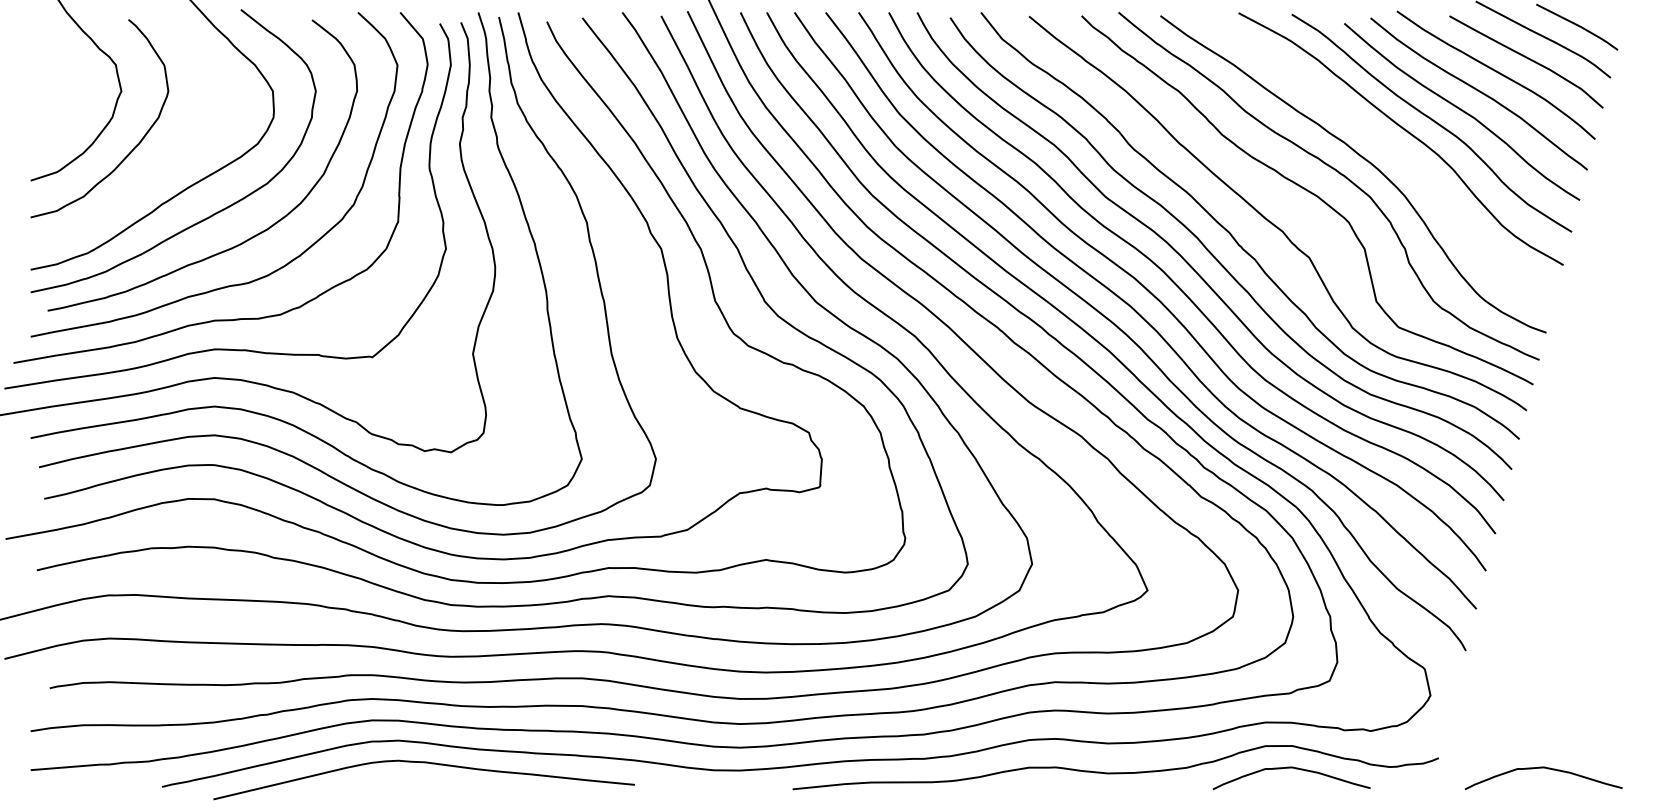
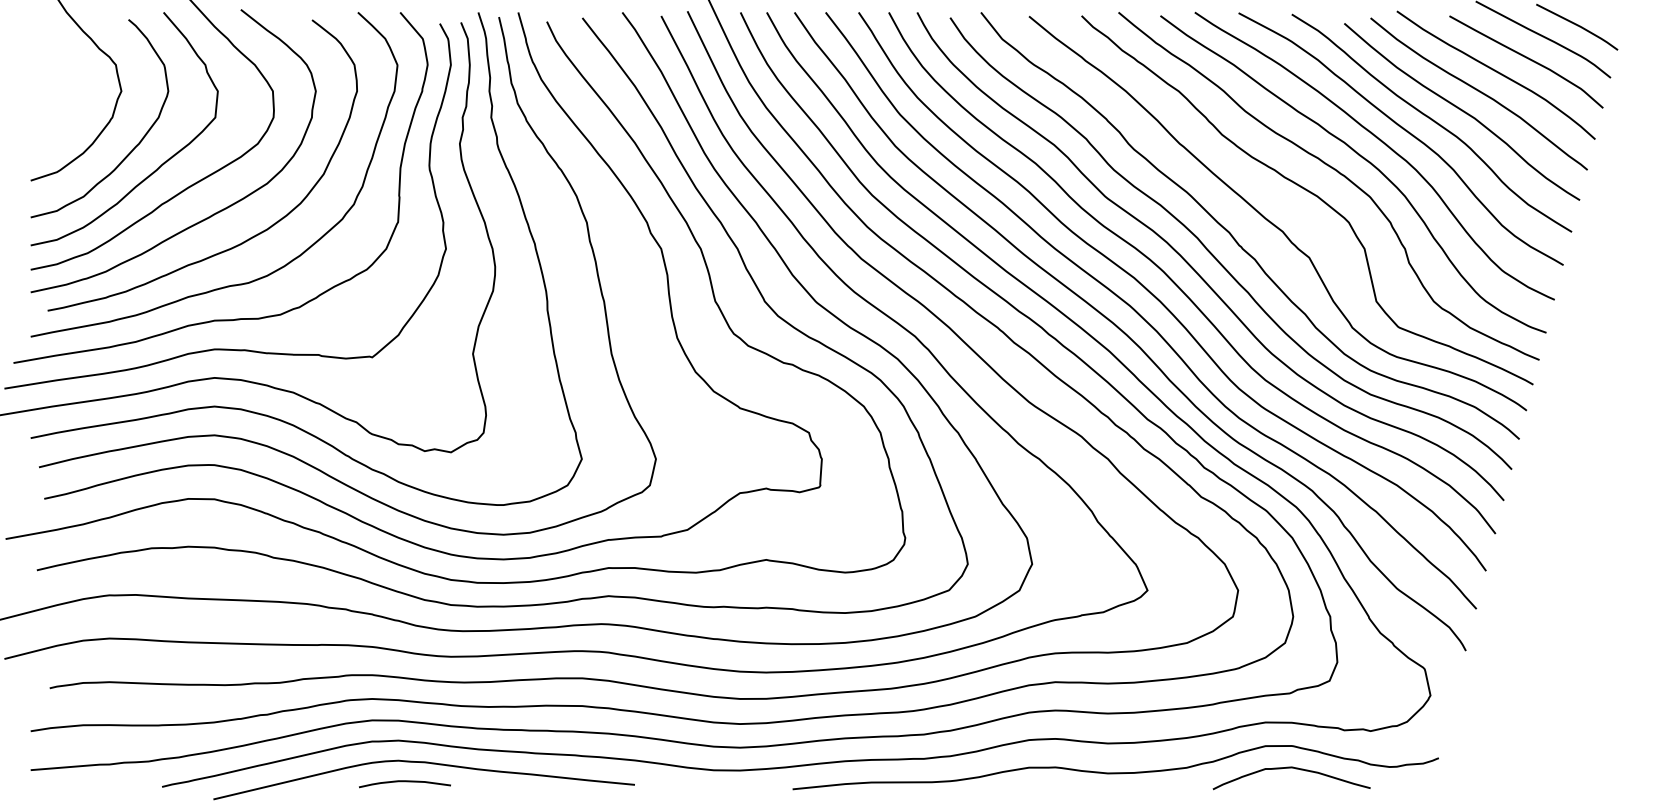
curve at (1381, 142): none -> present
curve at (155, 169): none -> present
curve at (1547, 769): present -> none
curve at (404, 782): none -> present
